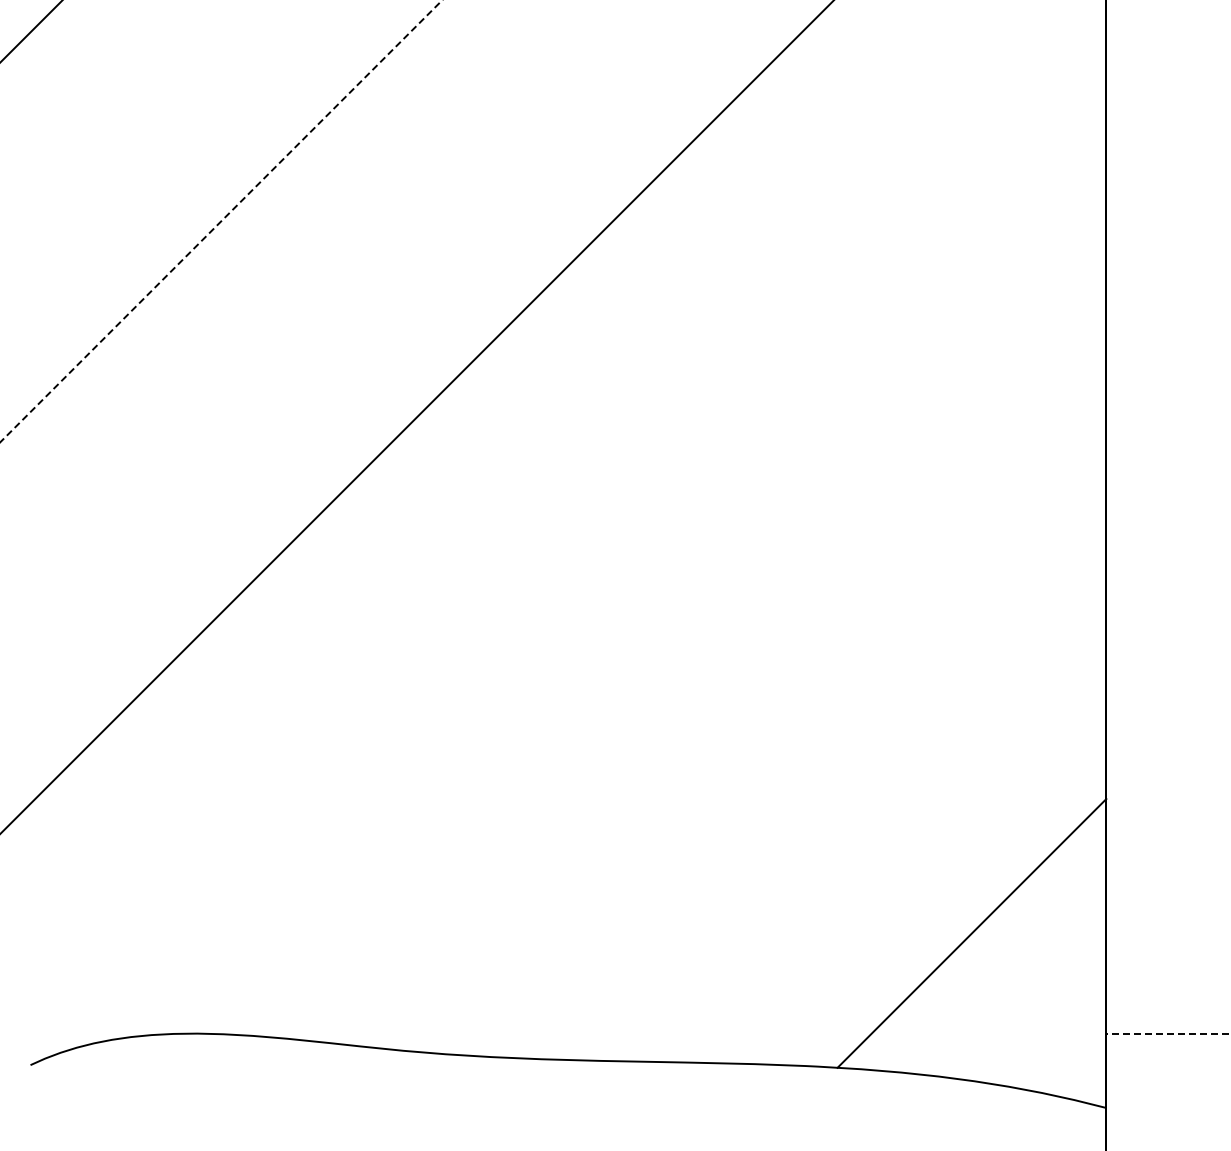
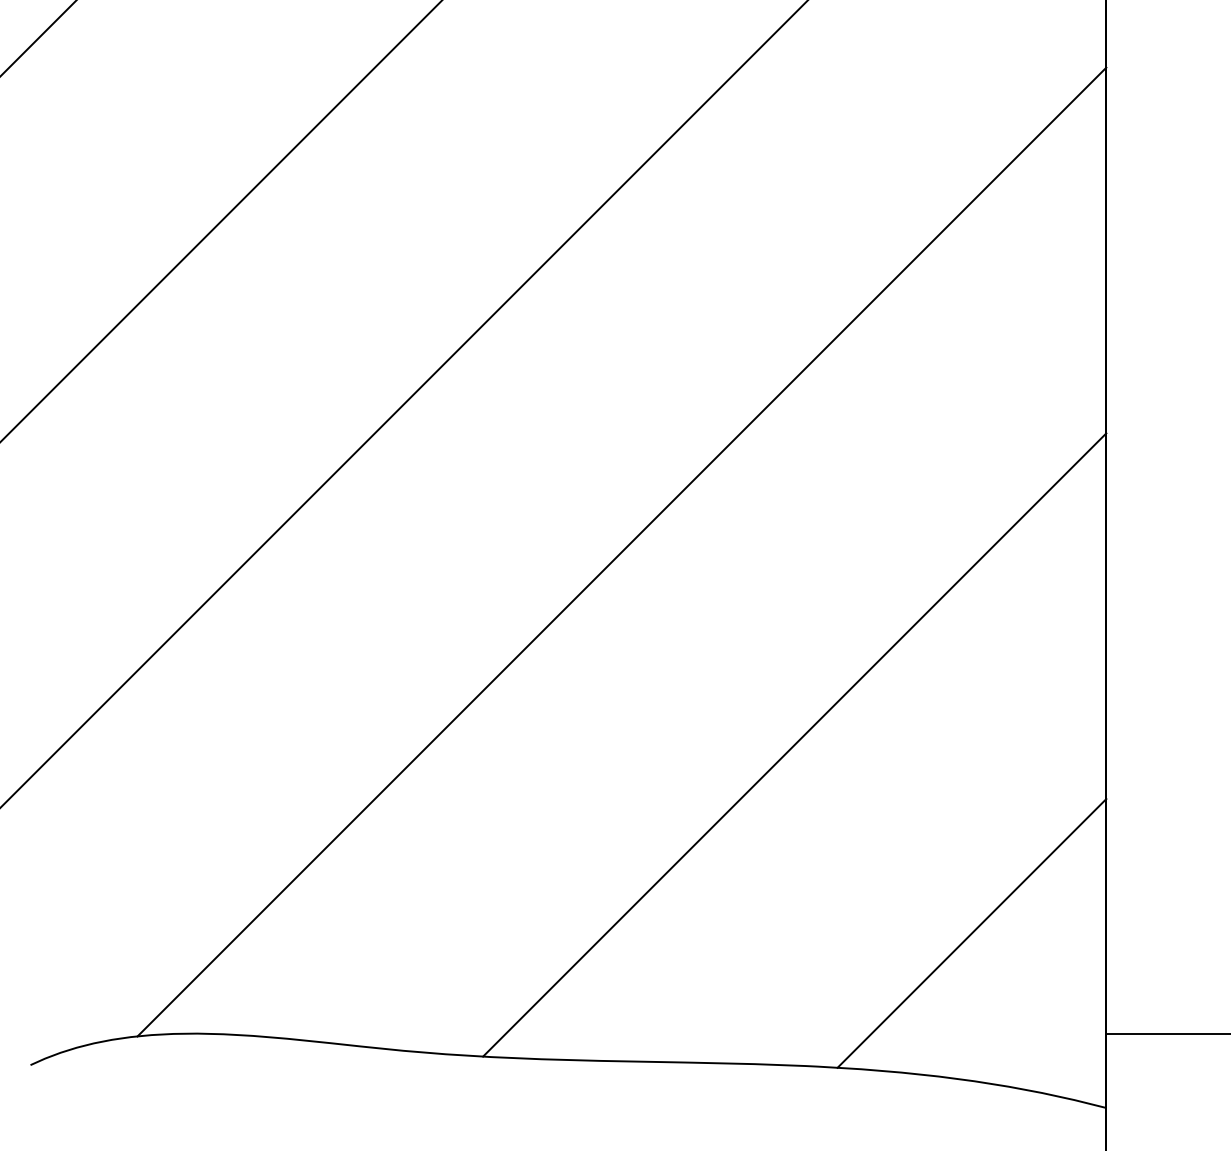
line at (31, 31) position: (31, 31) -> (38, 38)
line at (221, 220): dashed -> solid
line at (417, 416) position: (417, 416) -> (403, 404)
line at (621, 551): none -> present
line at (794, 744): none -> present
line at (1168, 1033): dashed -> solid
